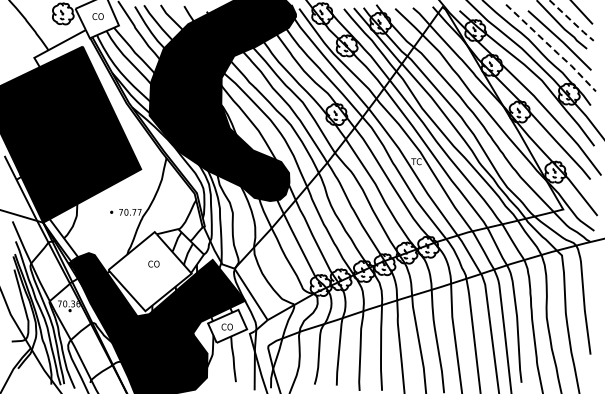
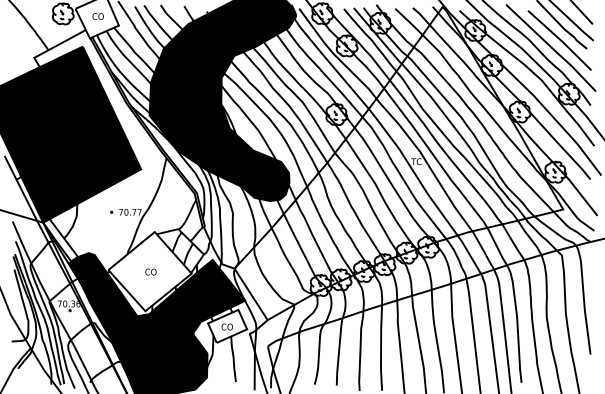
line at (572, 21): dashed -> solid
line at (552, 48): dashed -> solid
text at (153, 263) position: (153, 263) -> (150, 271)
